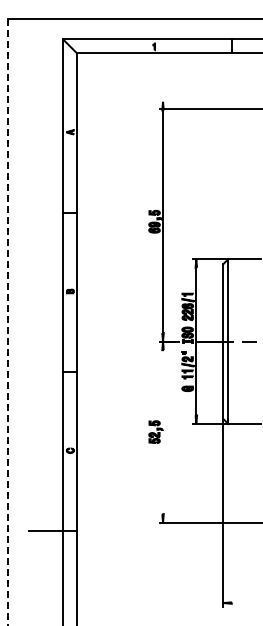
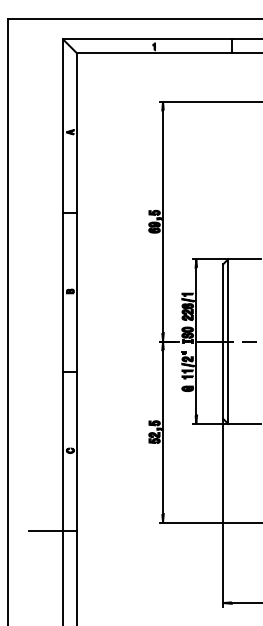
line at (209, 108) position: (209, 108) -> (209, 101)
line at (7, 322): dashed -> solid
line at (163, 432): none -> present
line at (245, 603): none -> present
